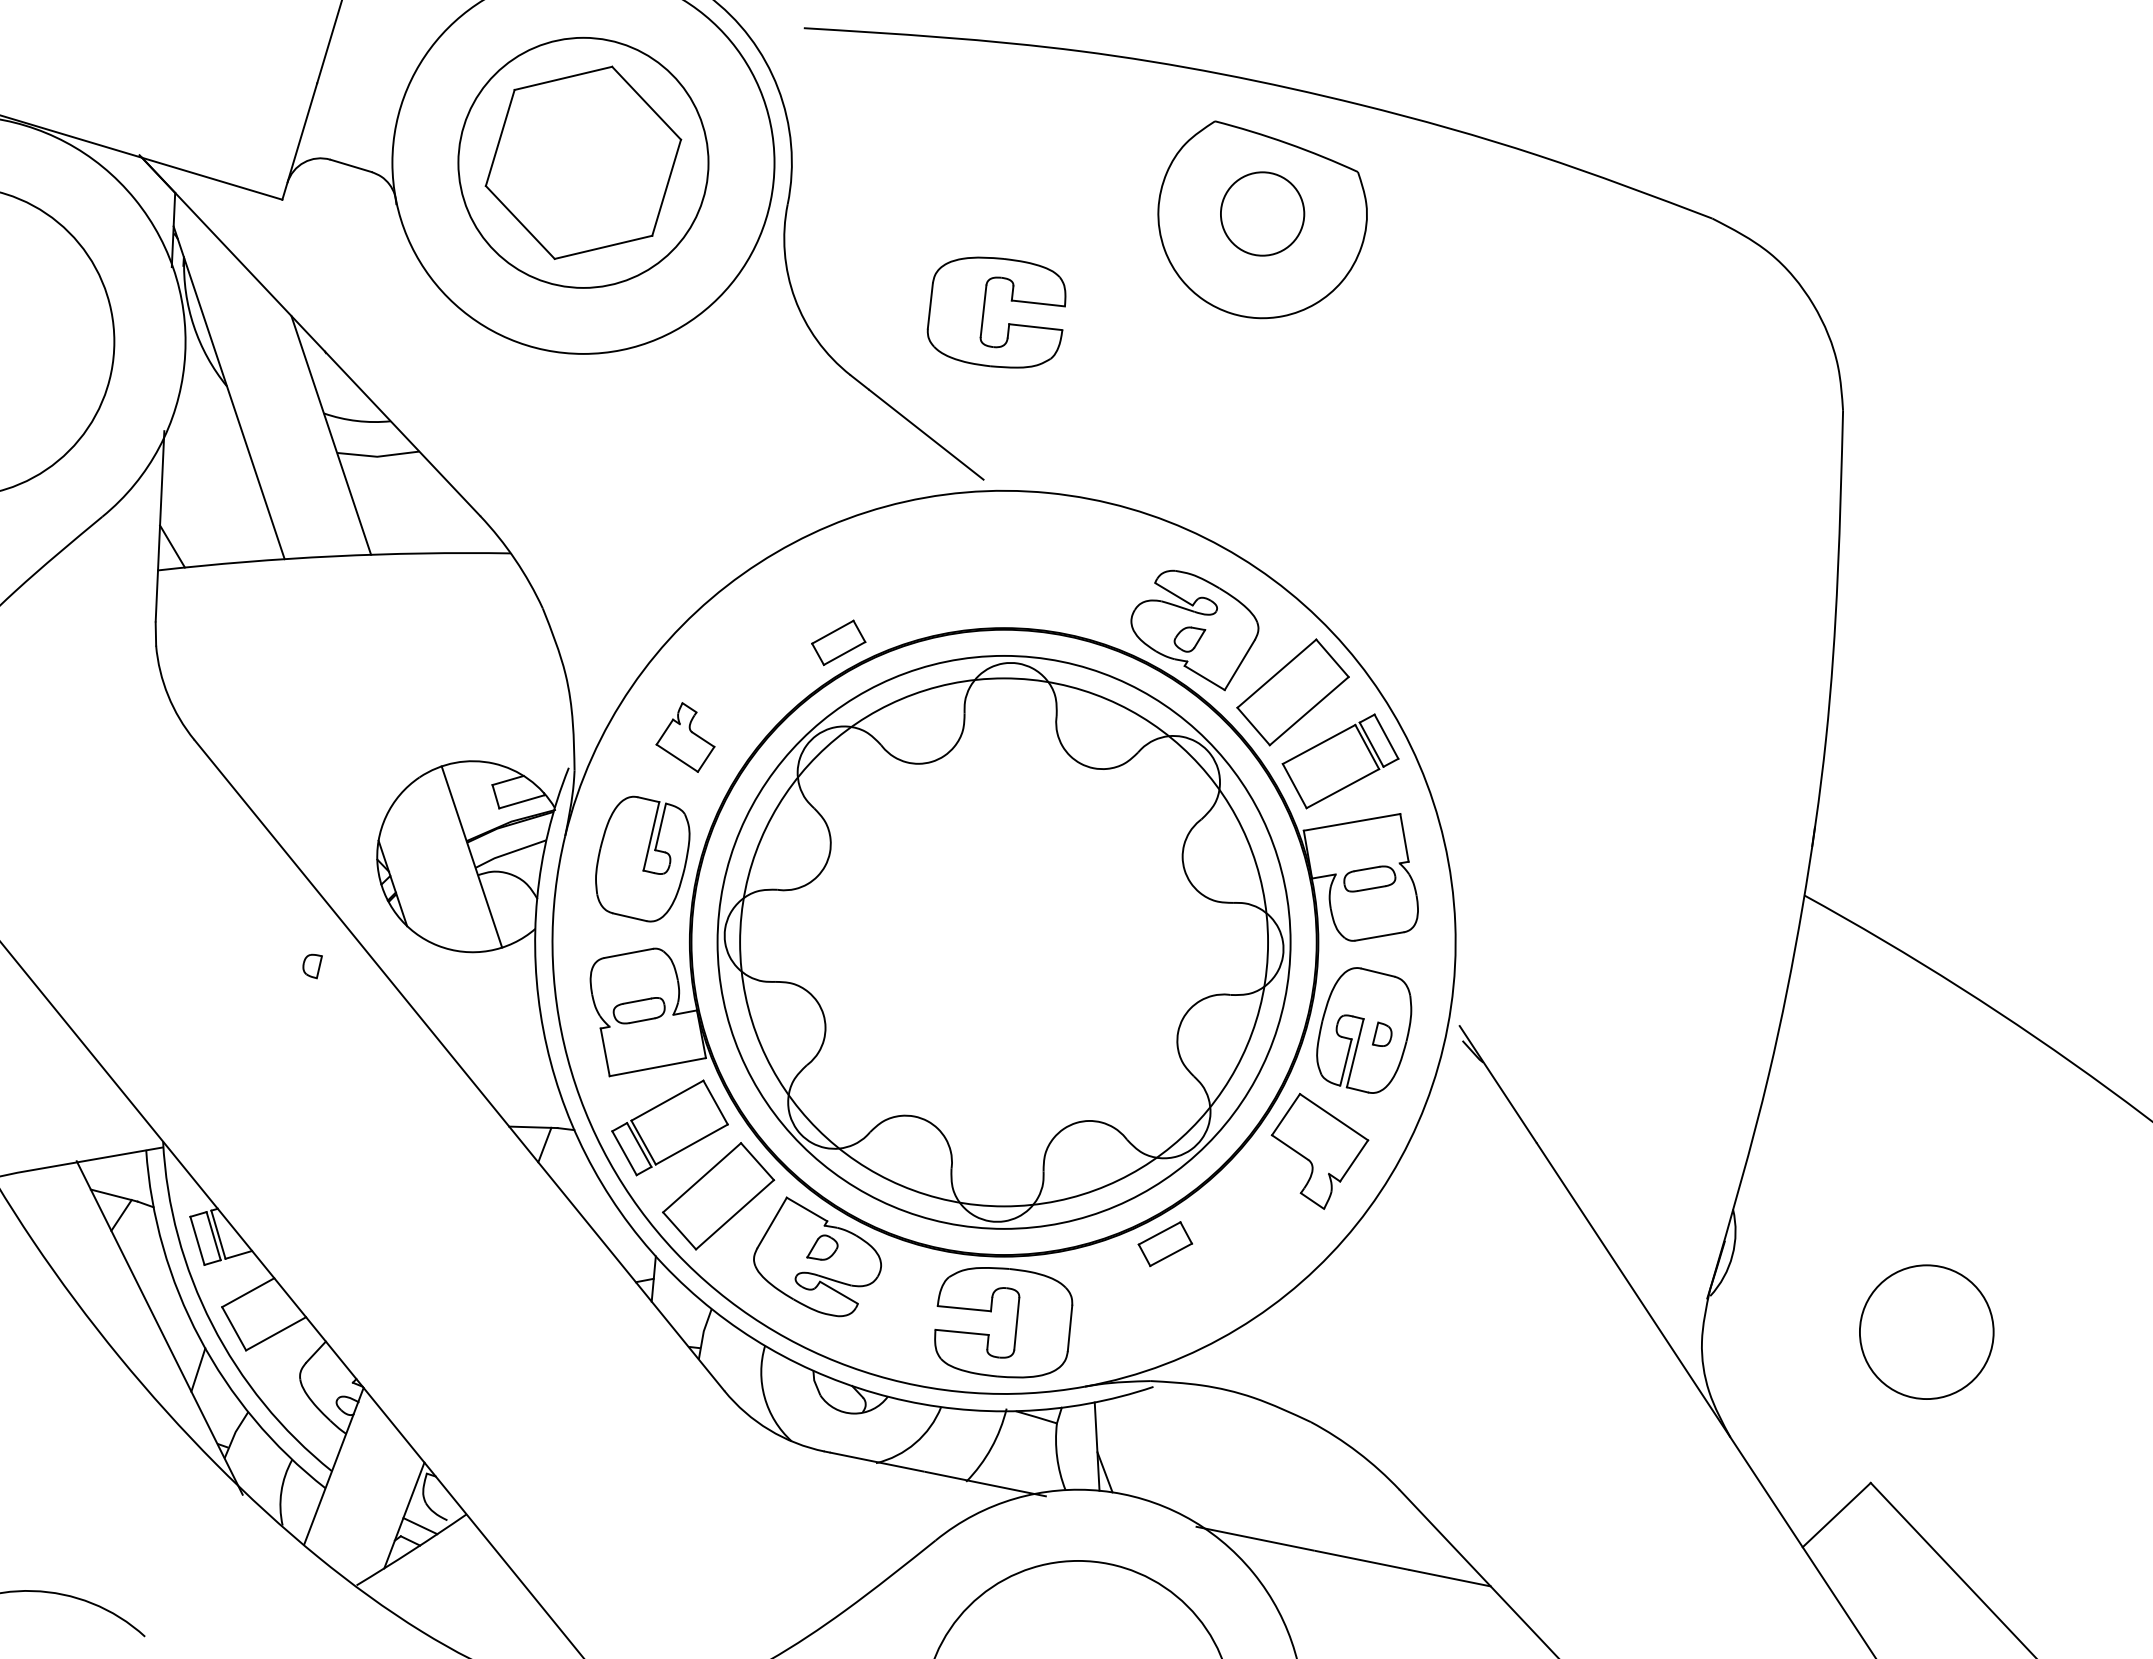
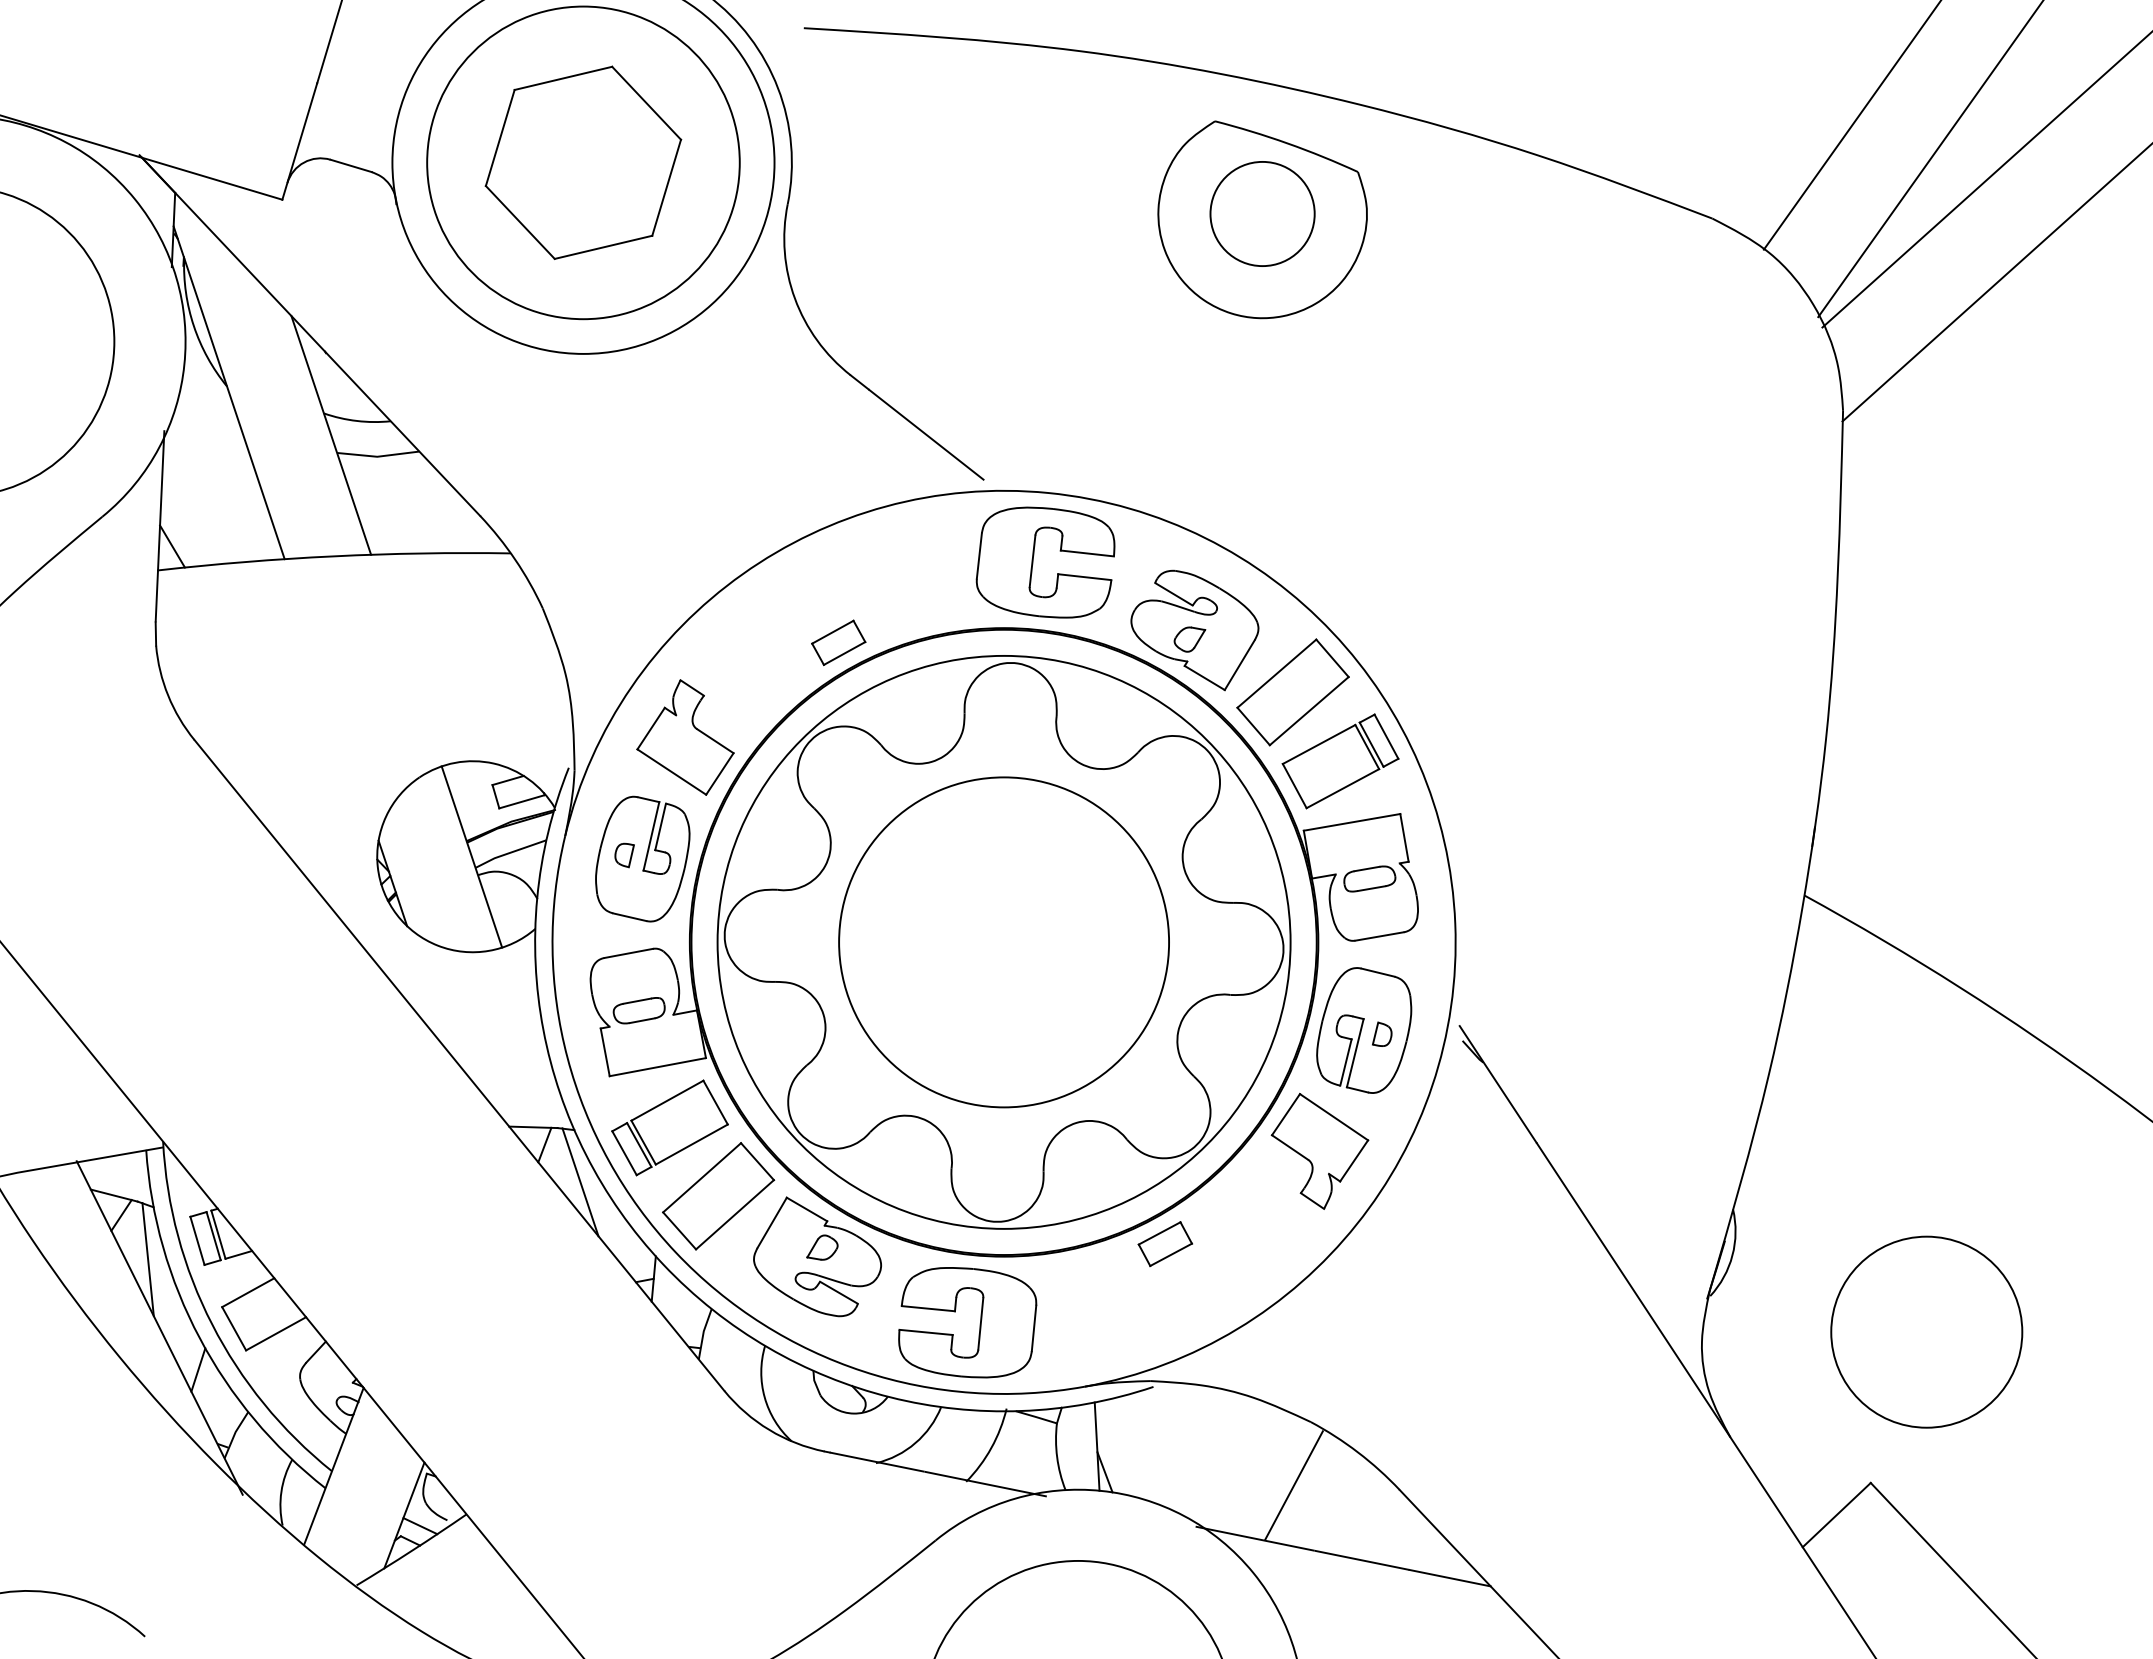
line at (1851, 125): none -> present
line at (1929, 159): none -> present
circle at (583, 162) diameter: 250 px -> 313 px
line at (1985, 180): none -> present
circle at (1262, 213) diameter: 83 px -> 104 px
line at (1995, 283): none -> present
part at (984, 312) position: (984, 312) -> (1033, 562)
part at (685, 737) size: 61x71 px -> 99x117 px
circle at (1004, 942) diameter: 528 px -> 330 px
part at (312, 966) position: (312, 966) -> (624, 855)
line at (580, 1182): none -> present
line at (147, 1259): none -> present
part at (1015, 1323) position: (1015, 1323) -> (979, 1323)
circle at (1926, 1332) diameter: 134 px -> 191 px
line at (1293, 1485): none -> present
